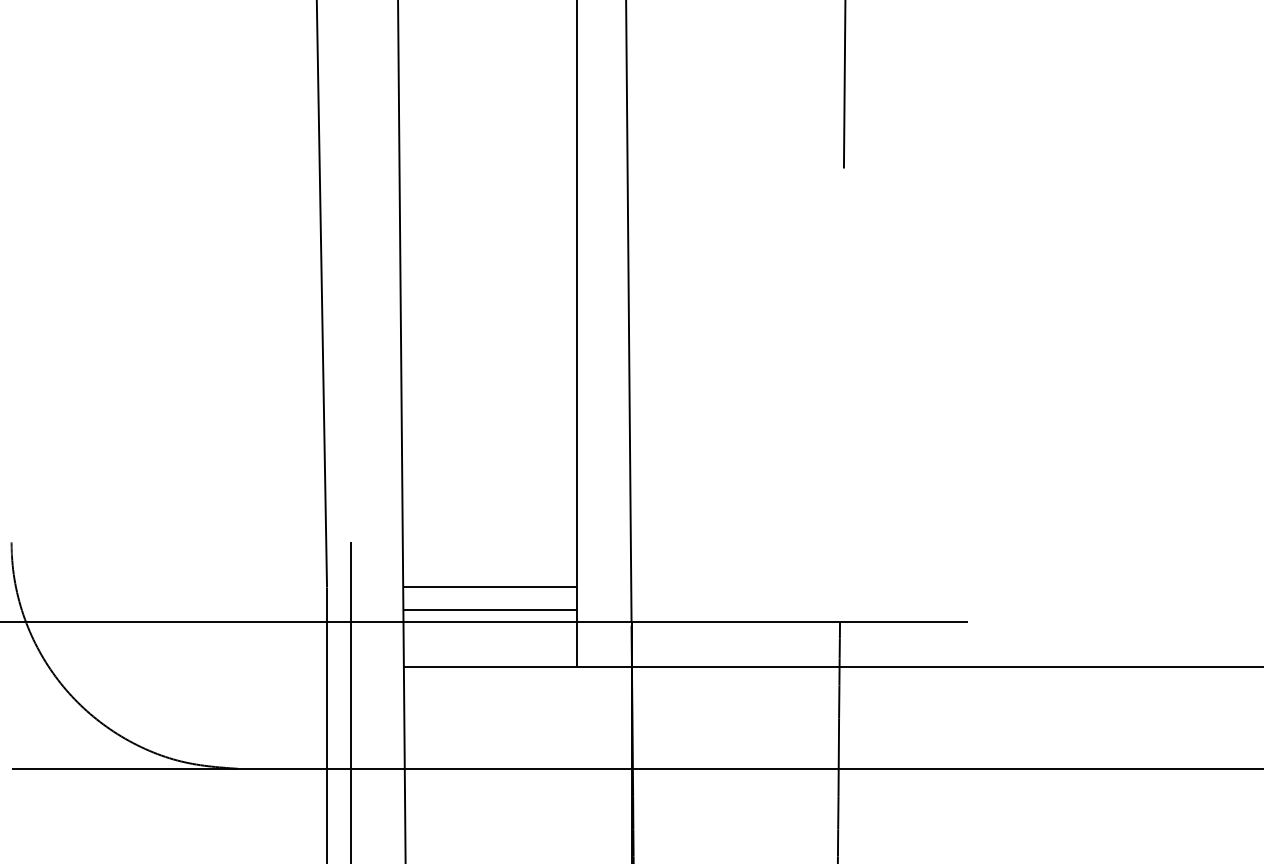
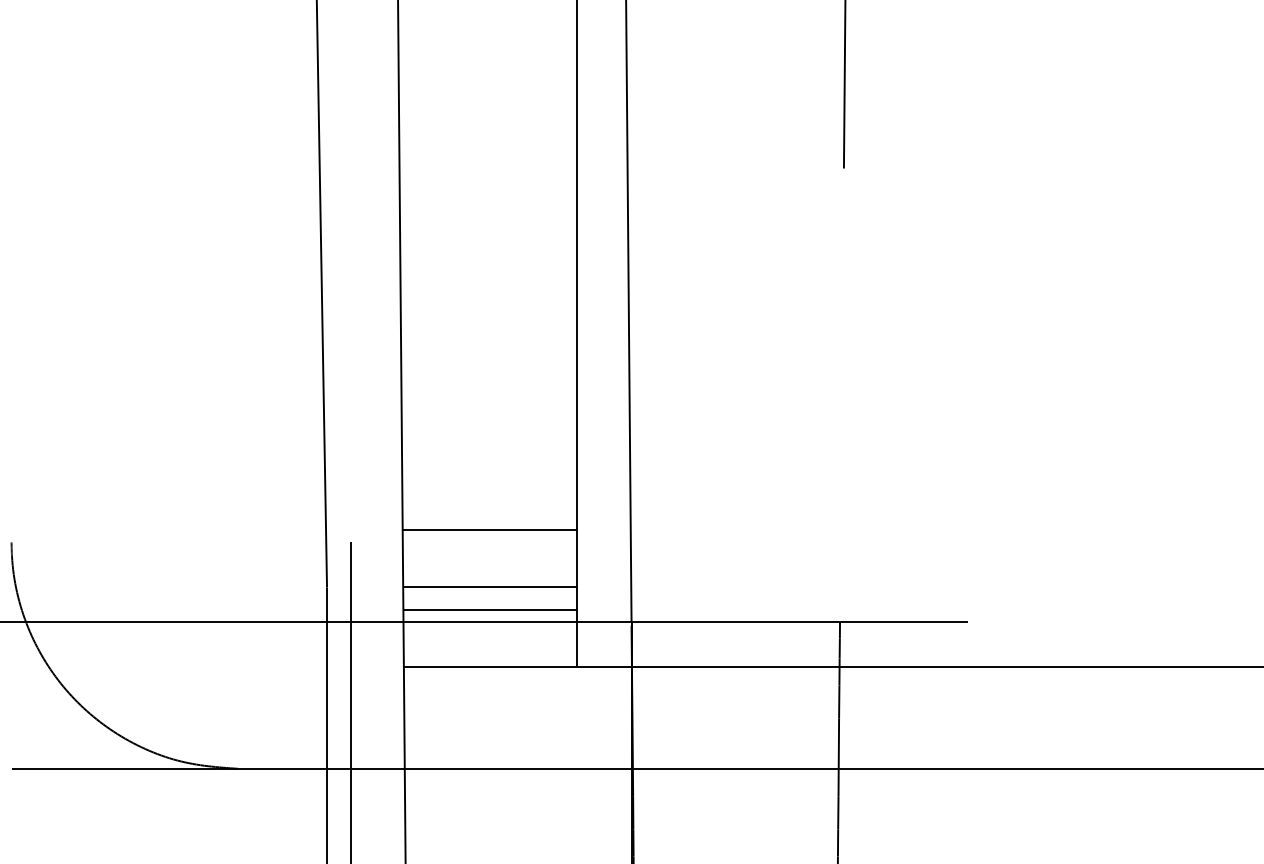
line at (489, 530): none -> present
